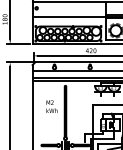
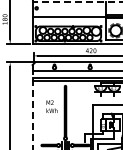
line at (77, 2): solid -> dashed
line at (32, 109): solid -> dashed
